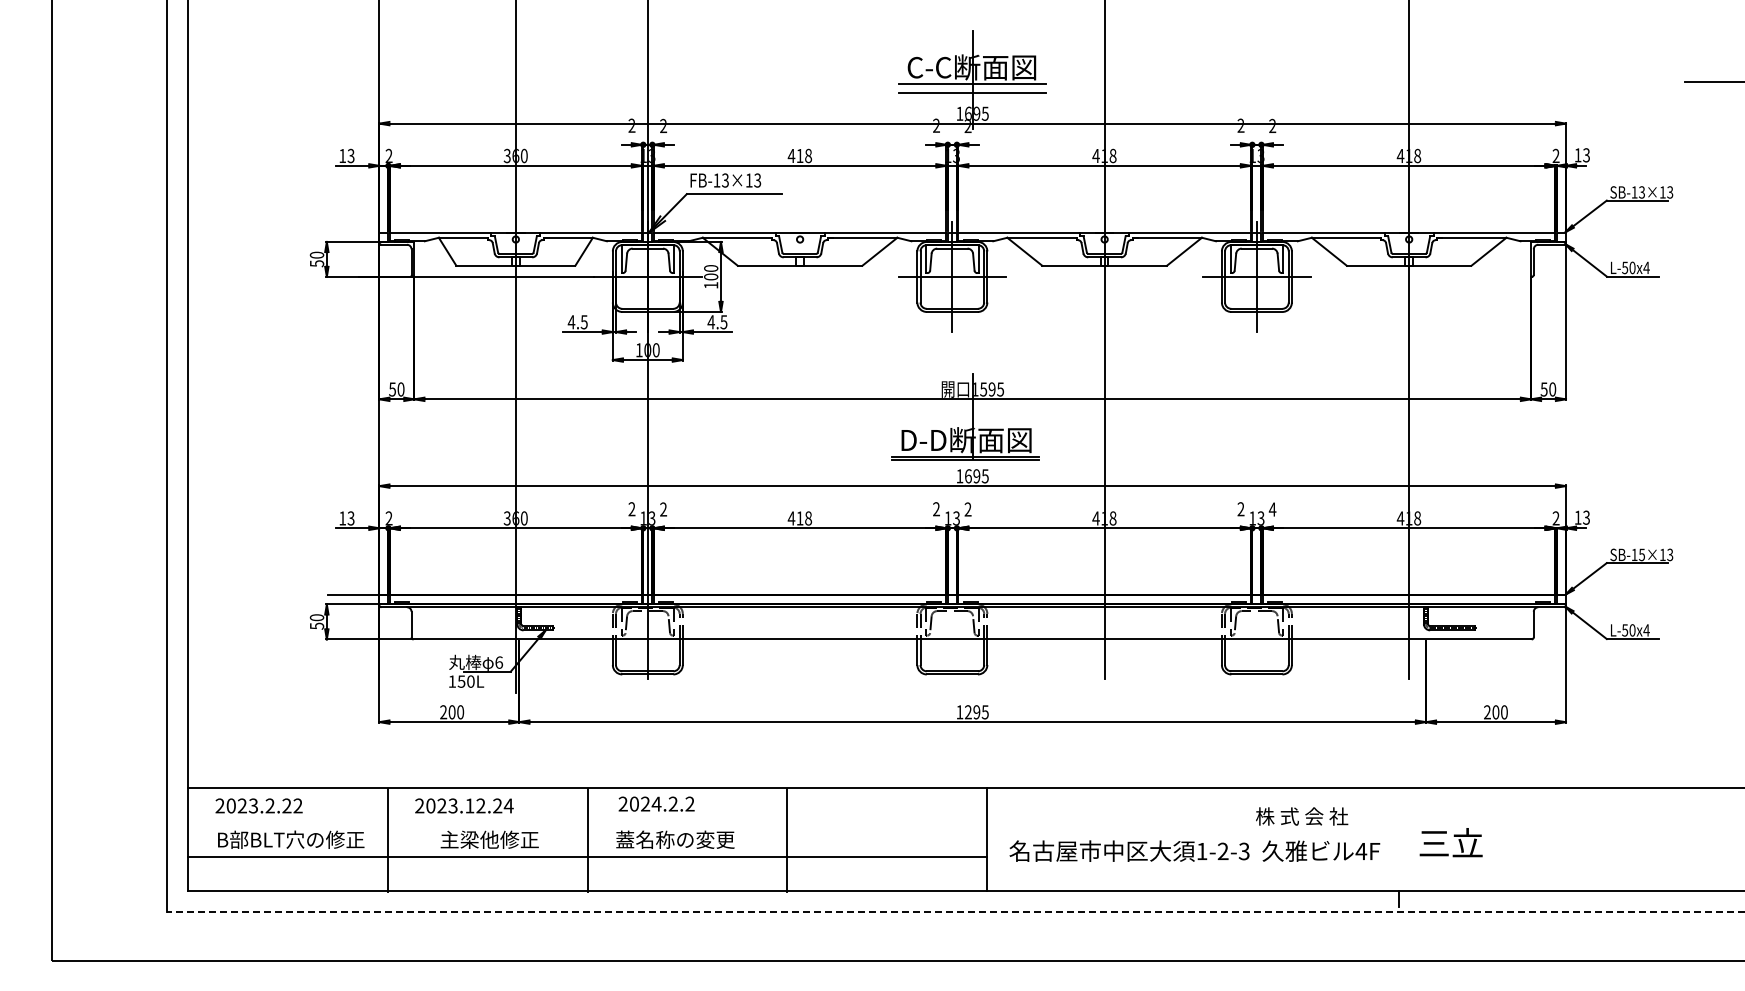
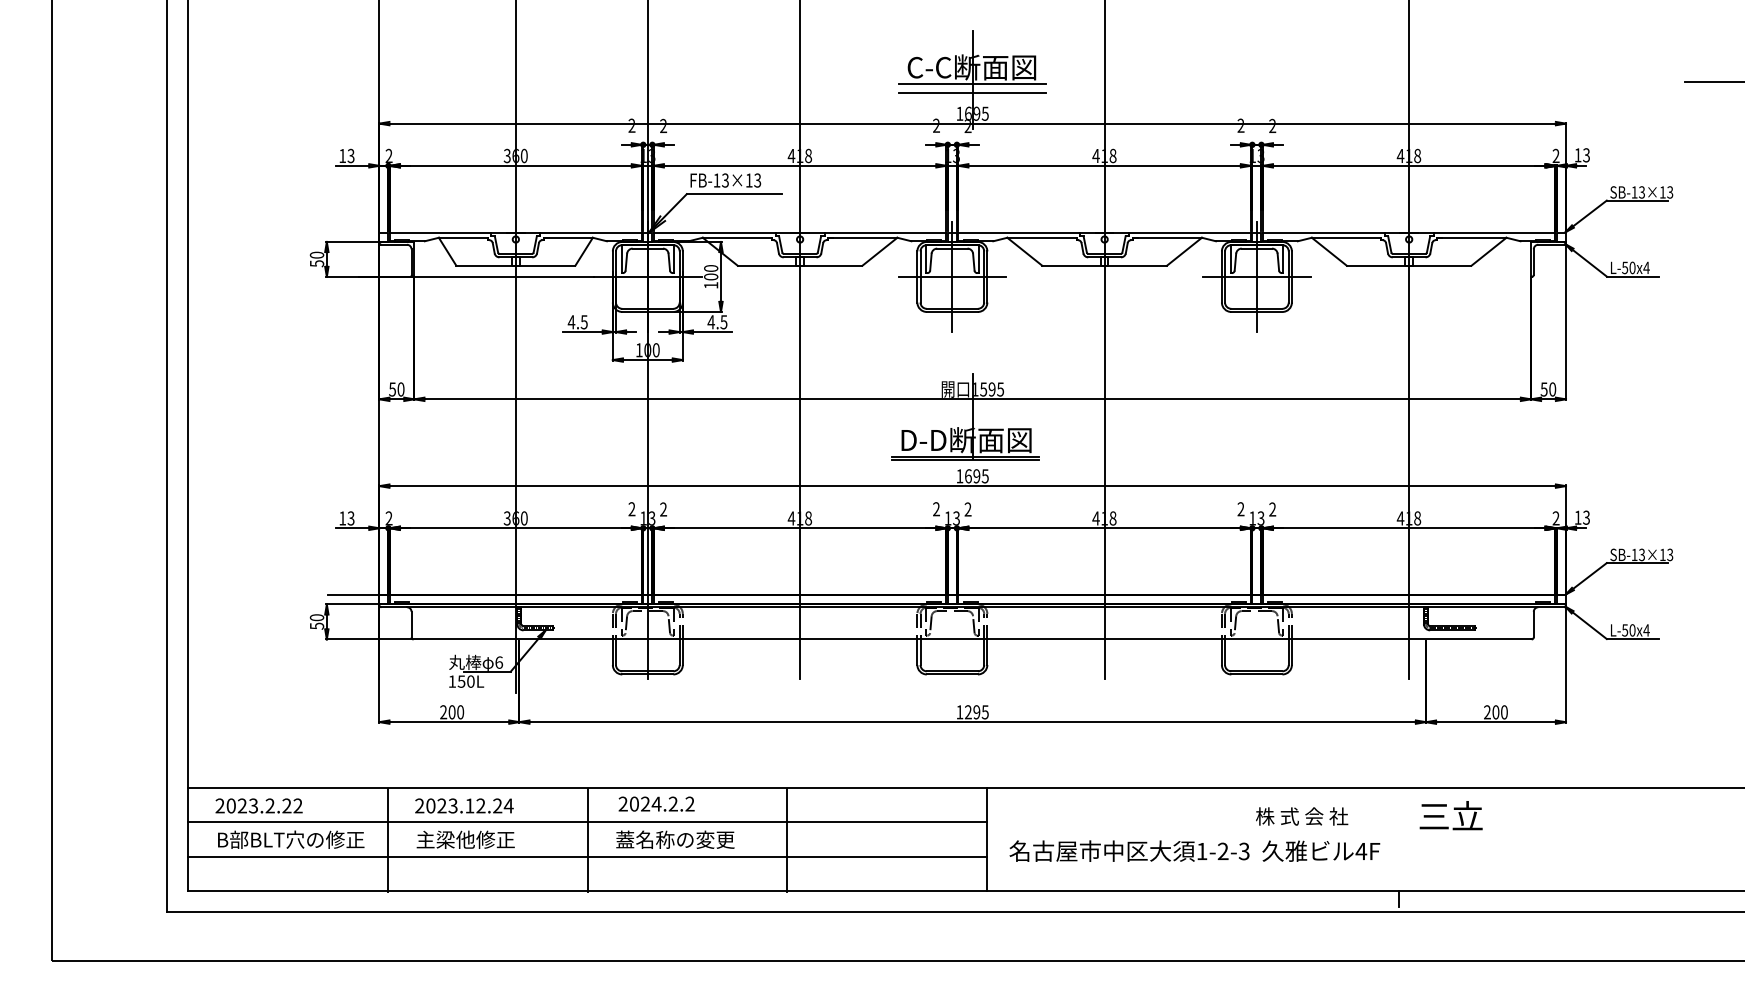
line at (800, 340): none -> present
text at (1272, 509): 4 -> 2
text at (1641, 554): SB-15×13 -> SB-13×13
line at (587, 822): none -> present
text at (489, 839) position: (489, 839) -> (465, 839)
text at (1450, 842) position: (1450, 842) -> (1450, 815)
line at (956, 911): dashed -> solid
